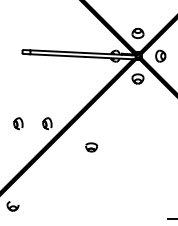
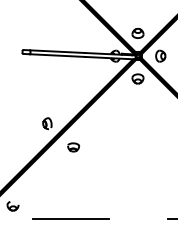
part at (18, 123): present -> none
part at (91, 147) position: (91, 147) -> (73, 147)
line at (71, 218): none -> present
